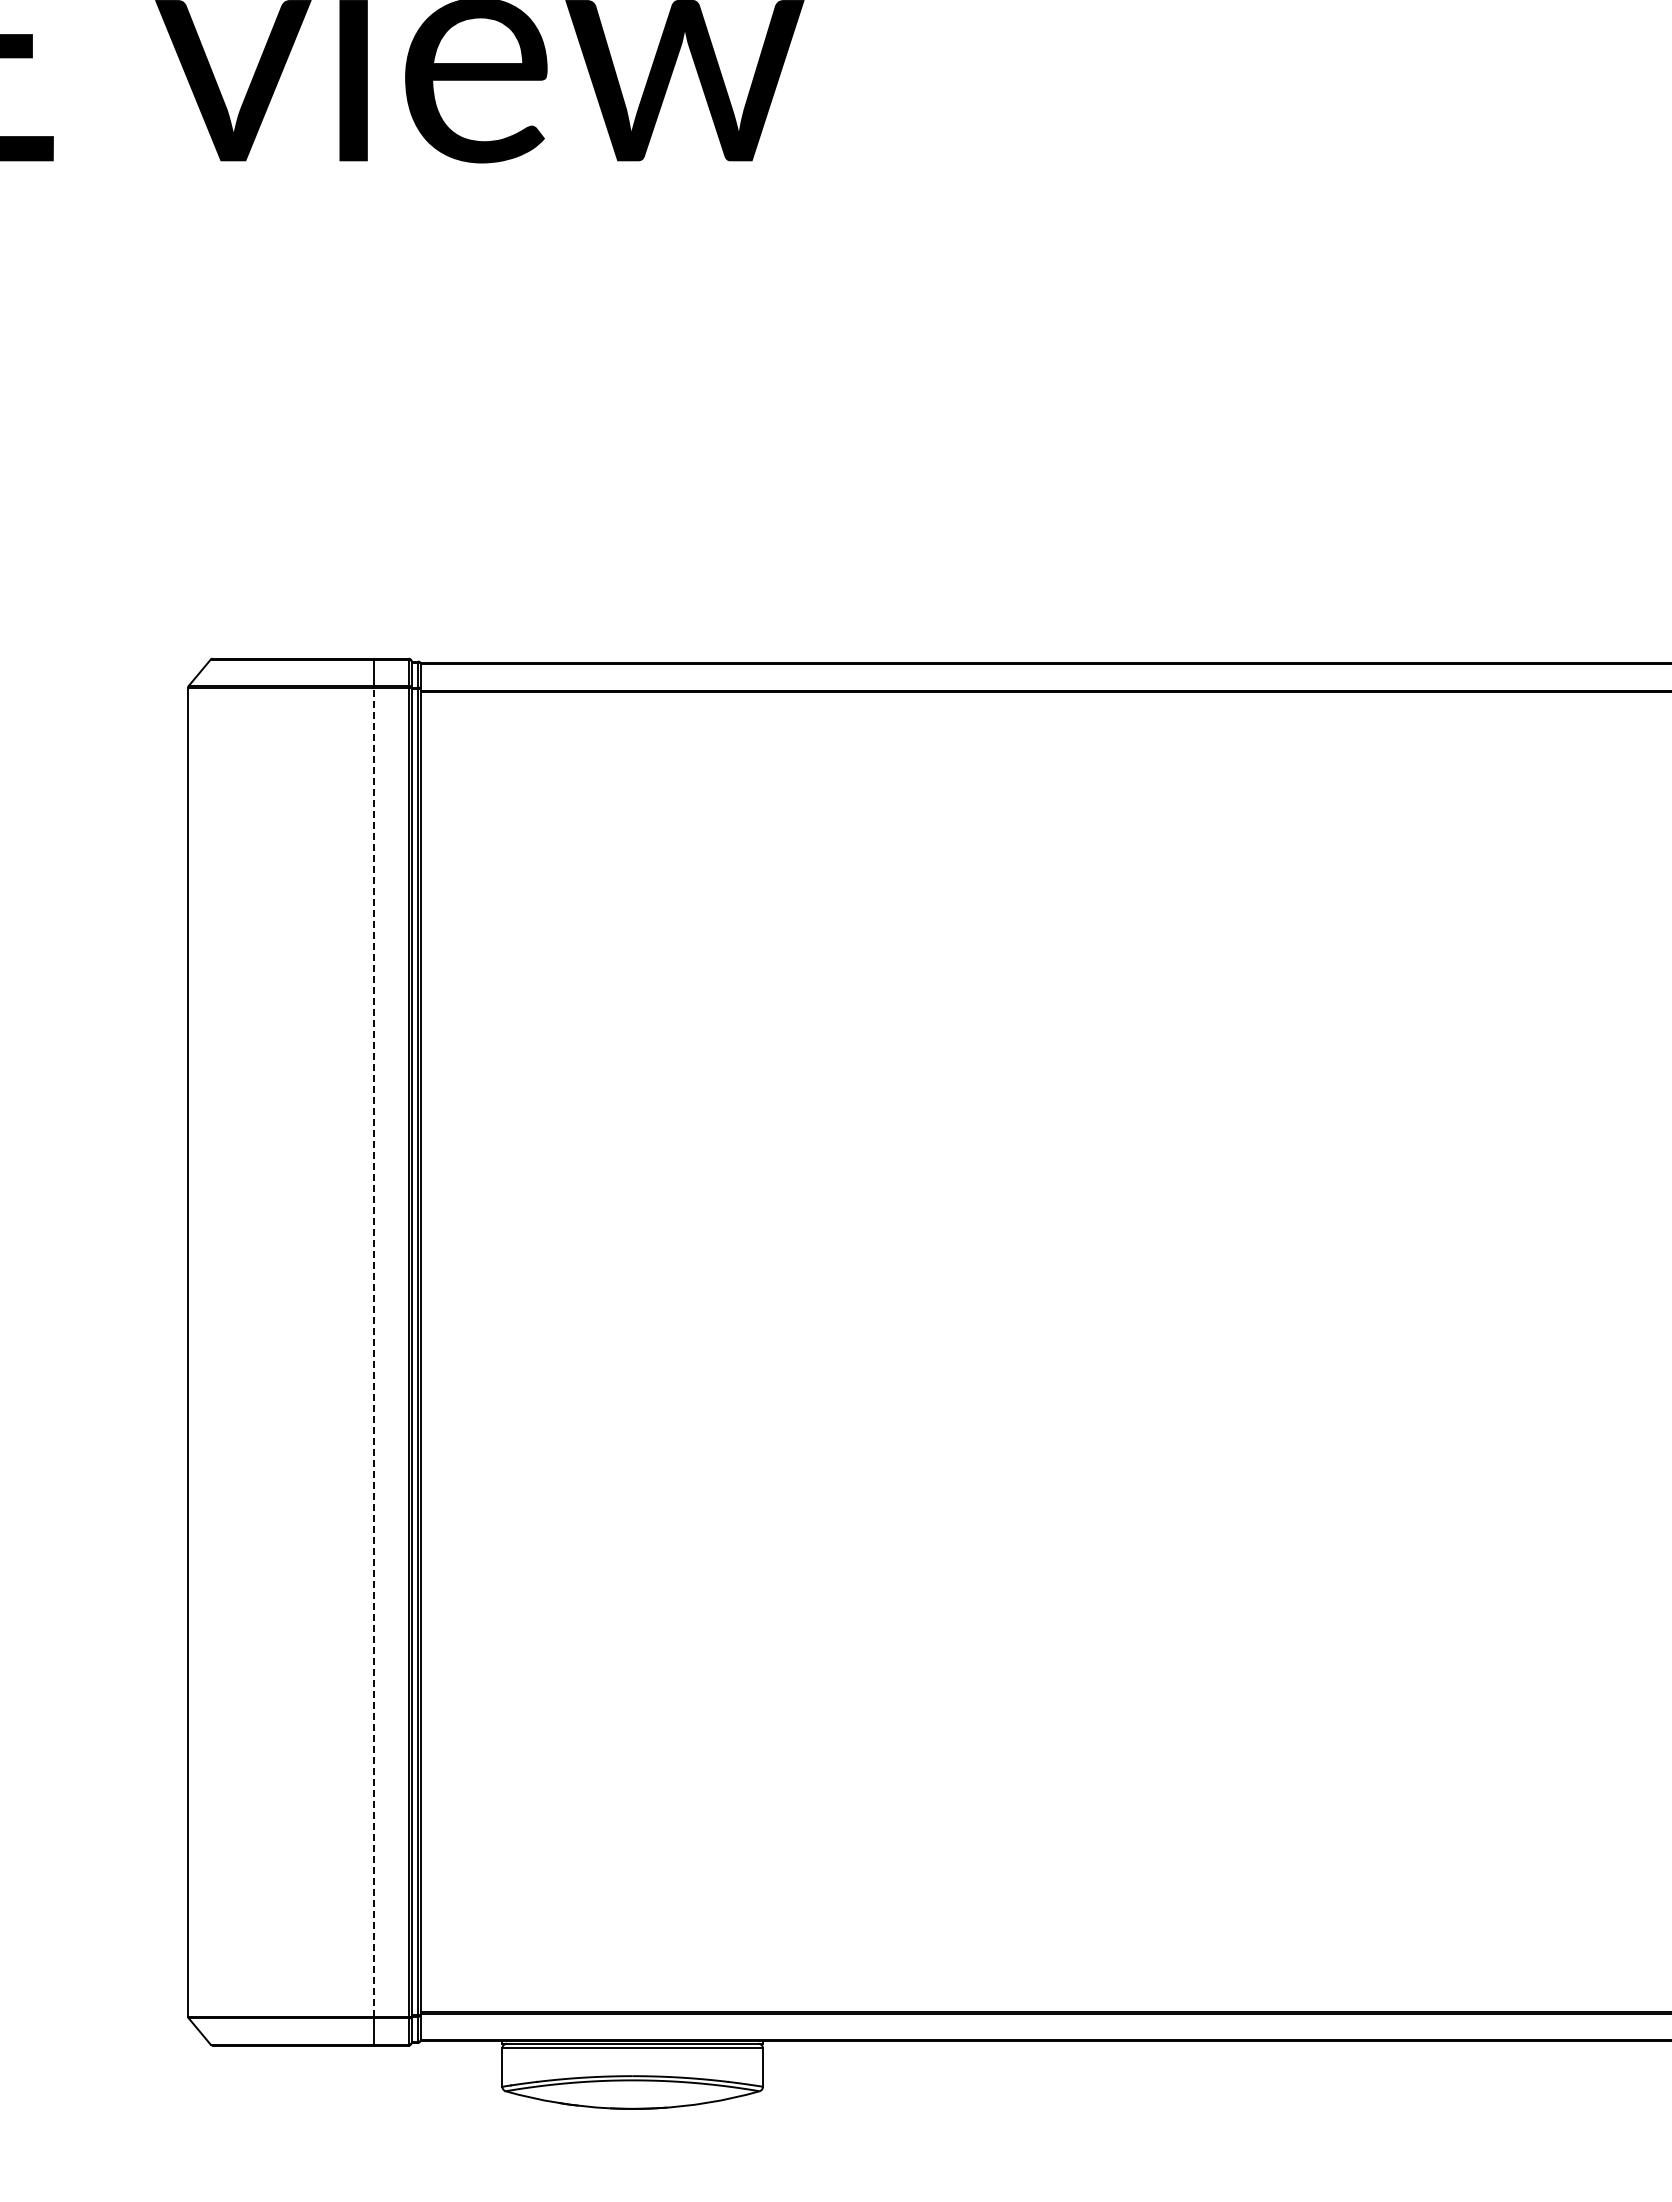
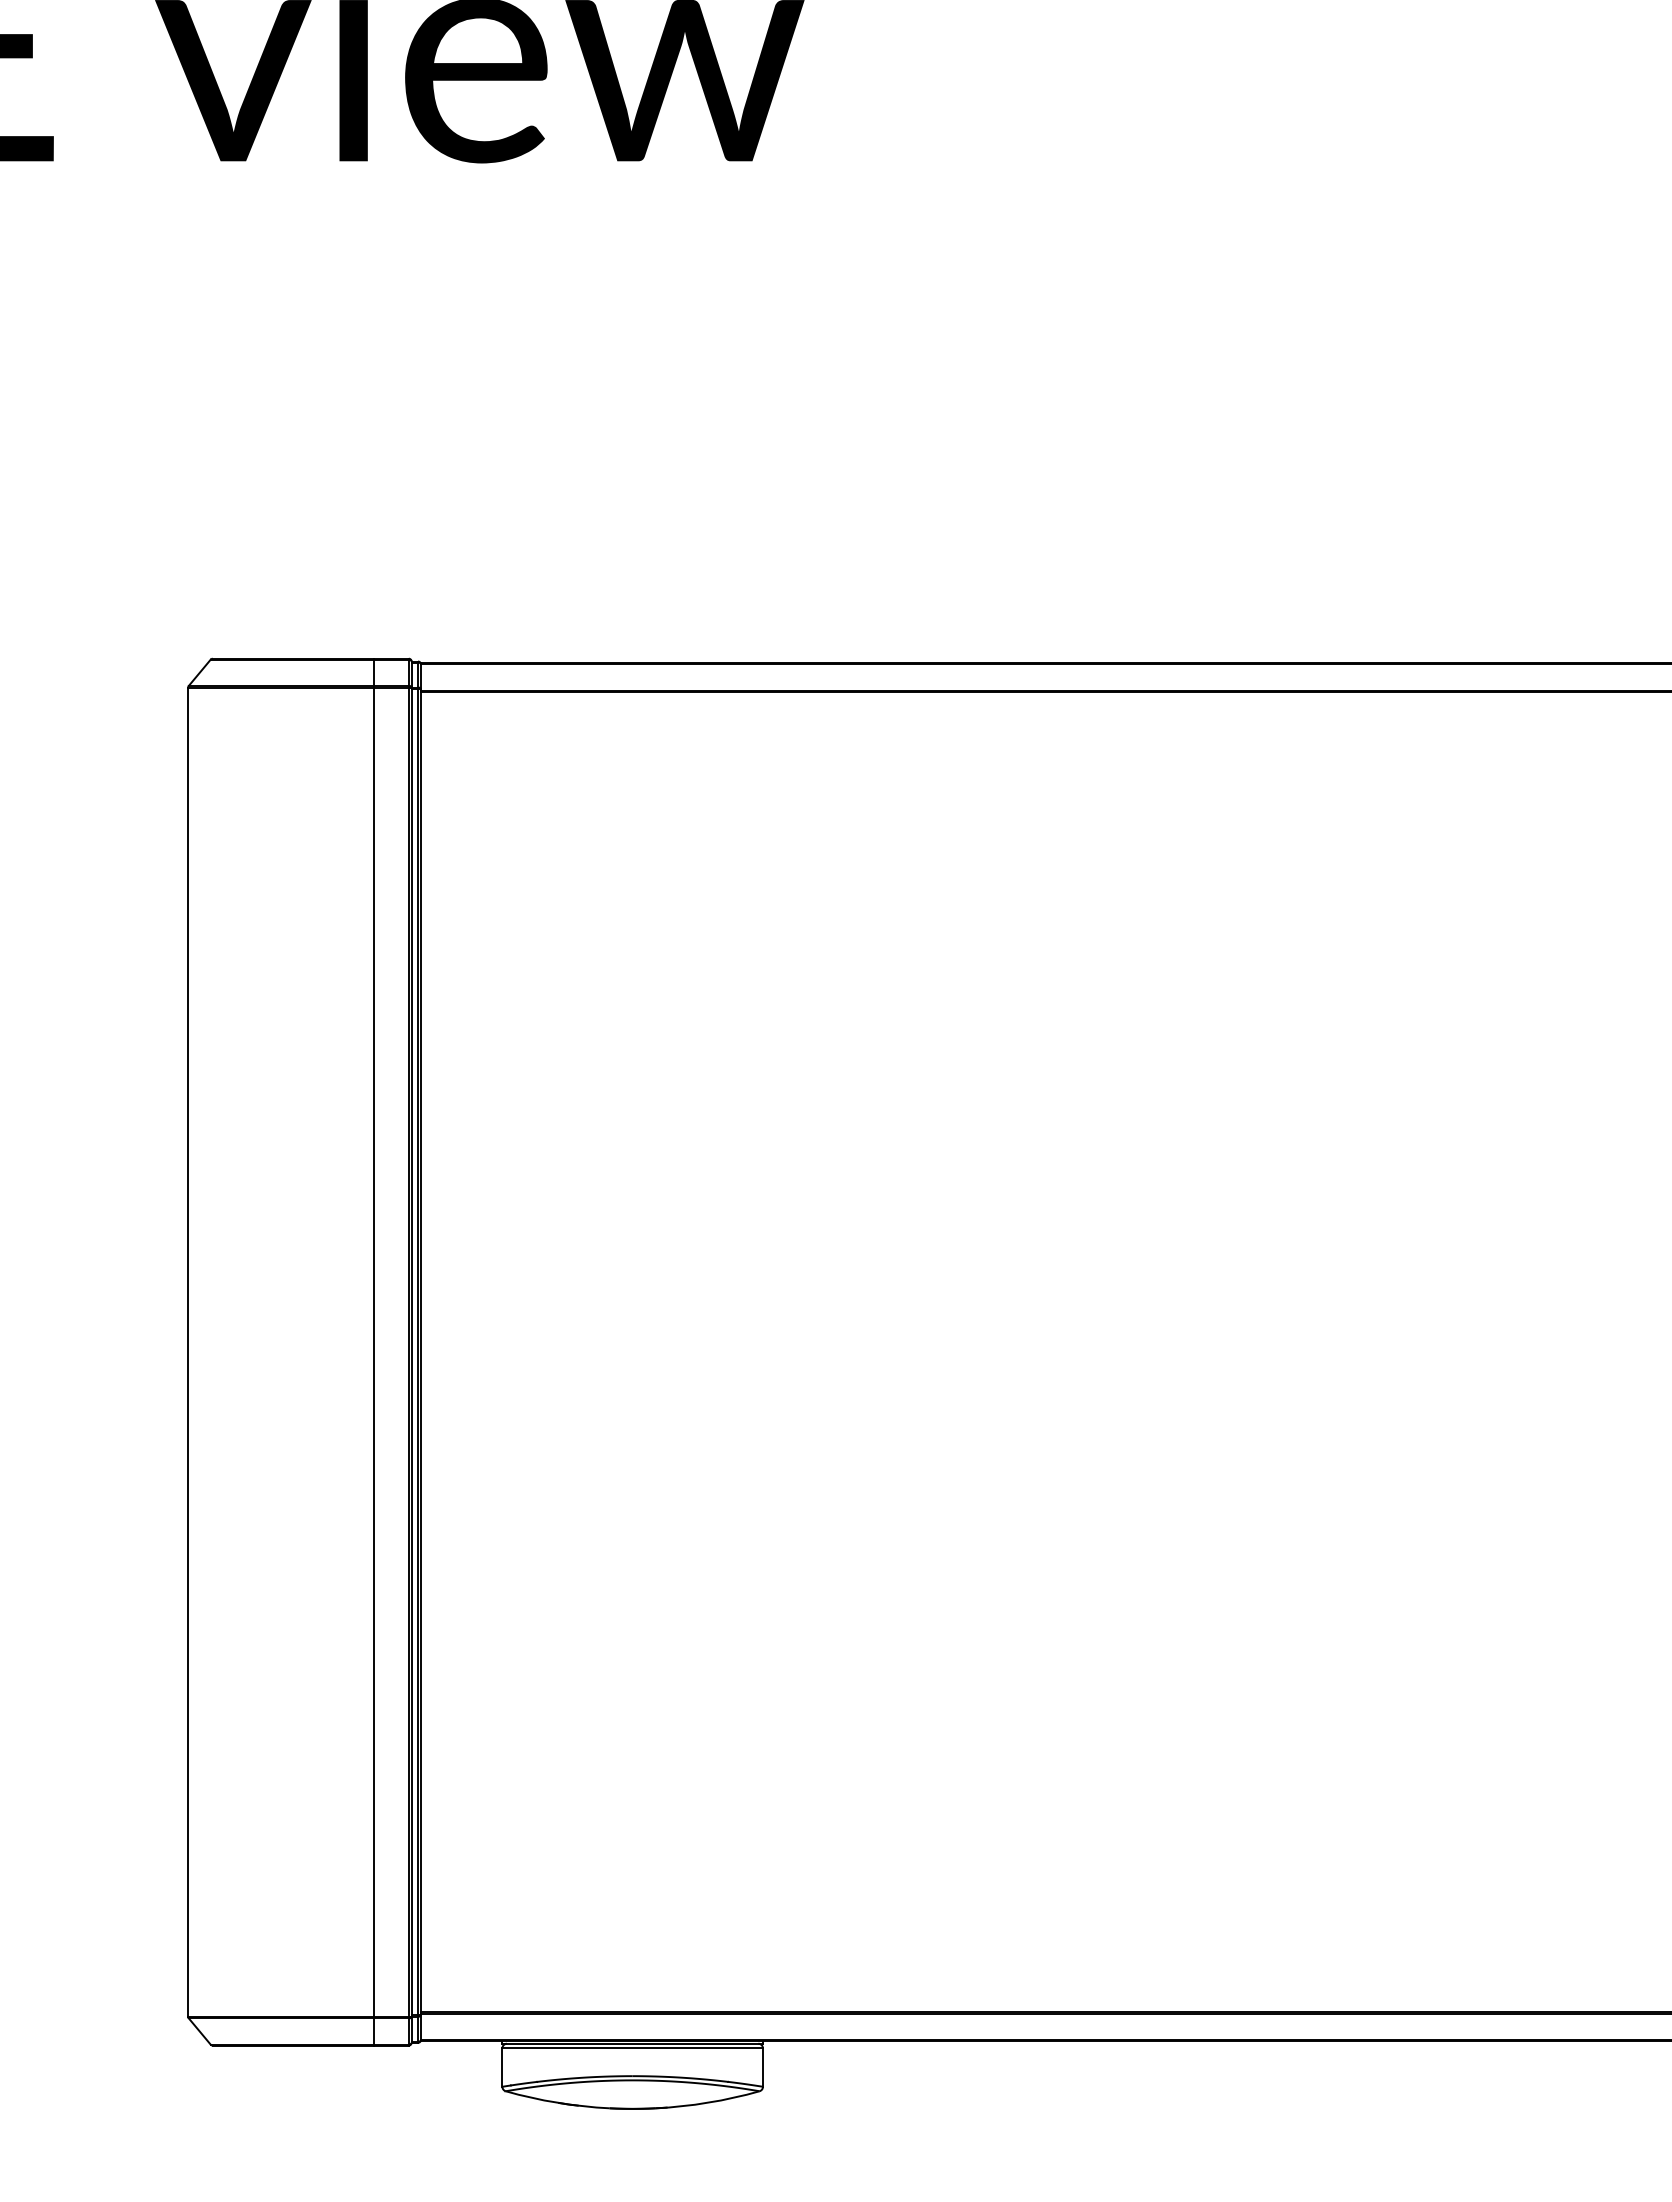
line at (374, 1352): dashed -> solid
